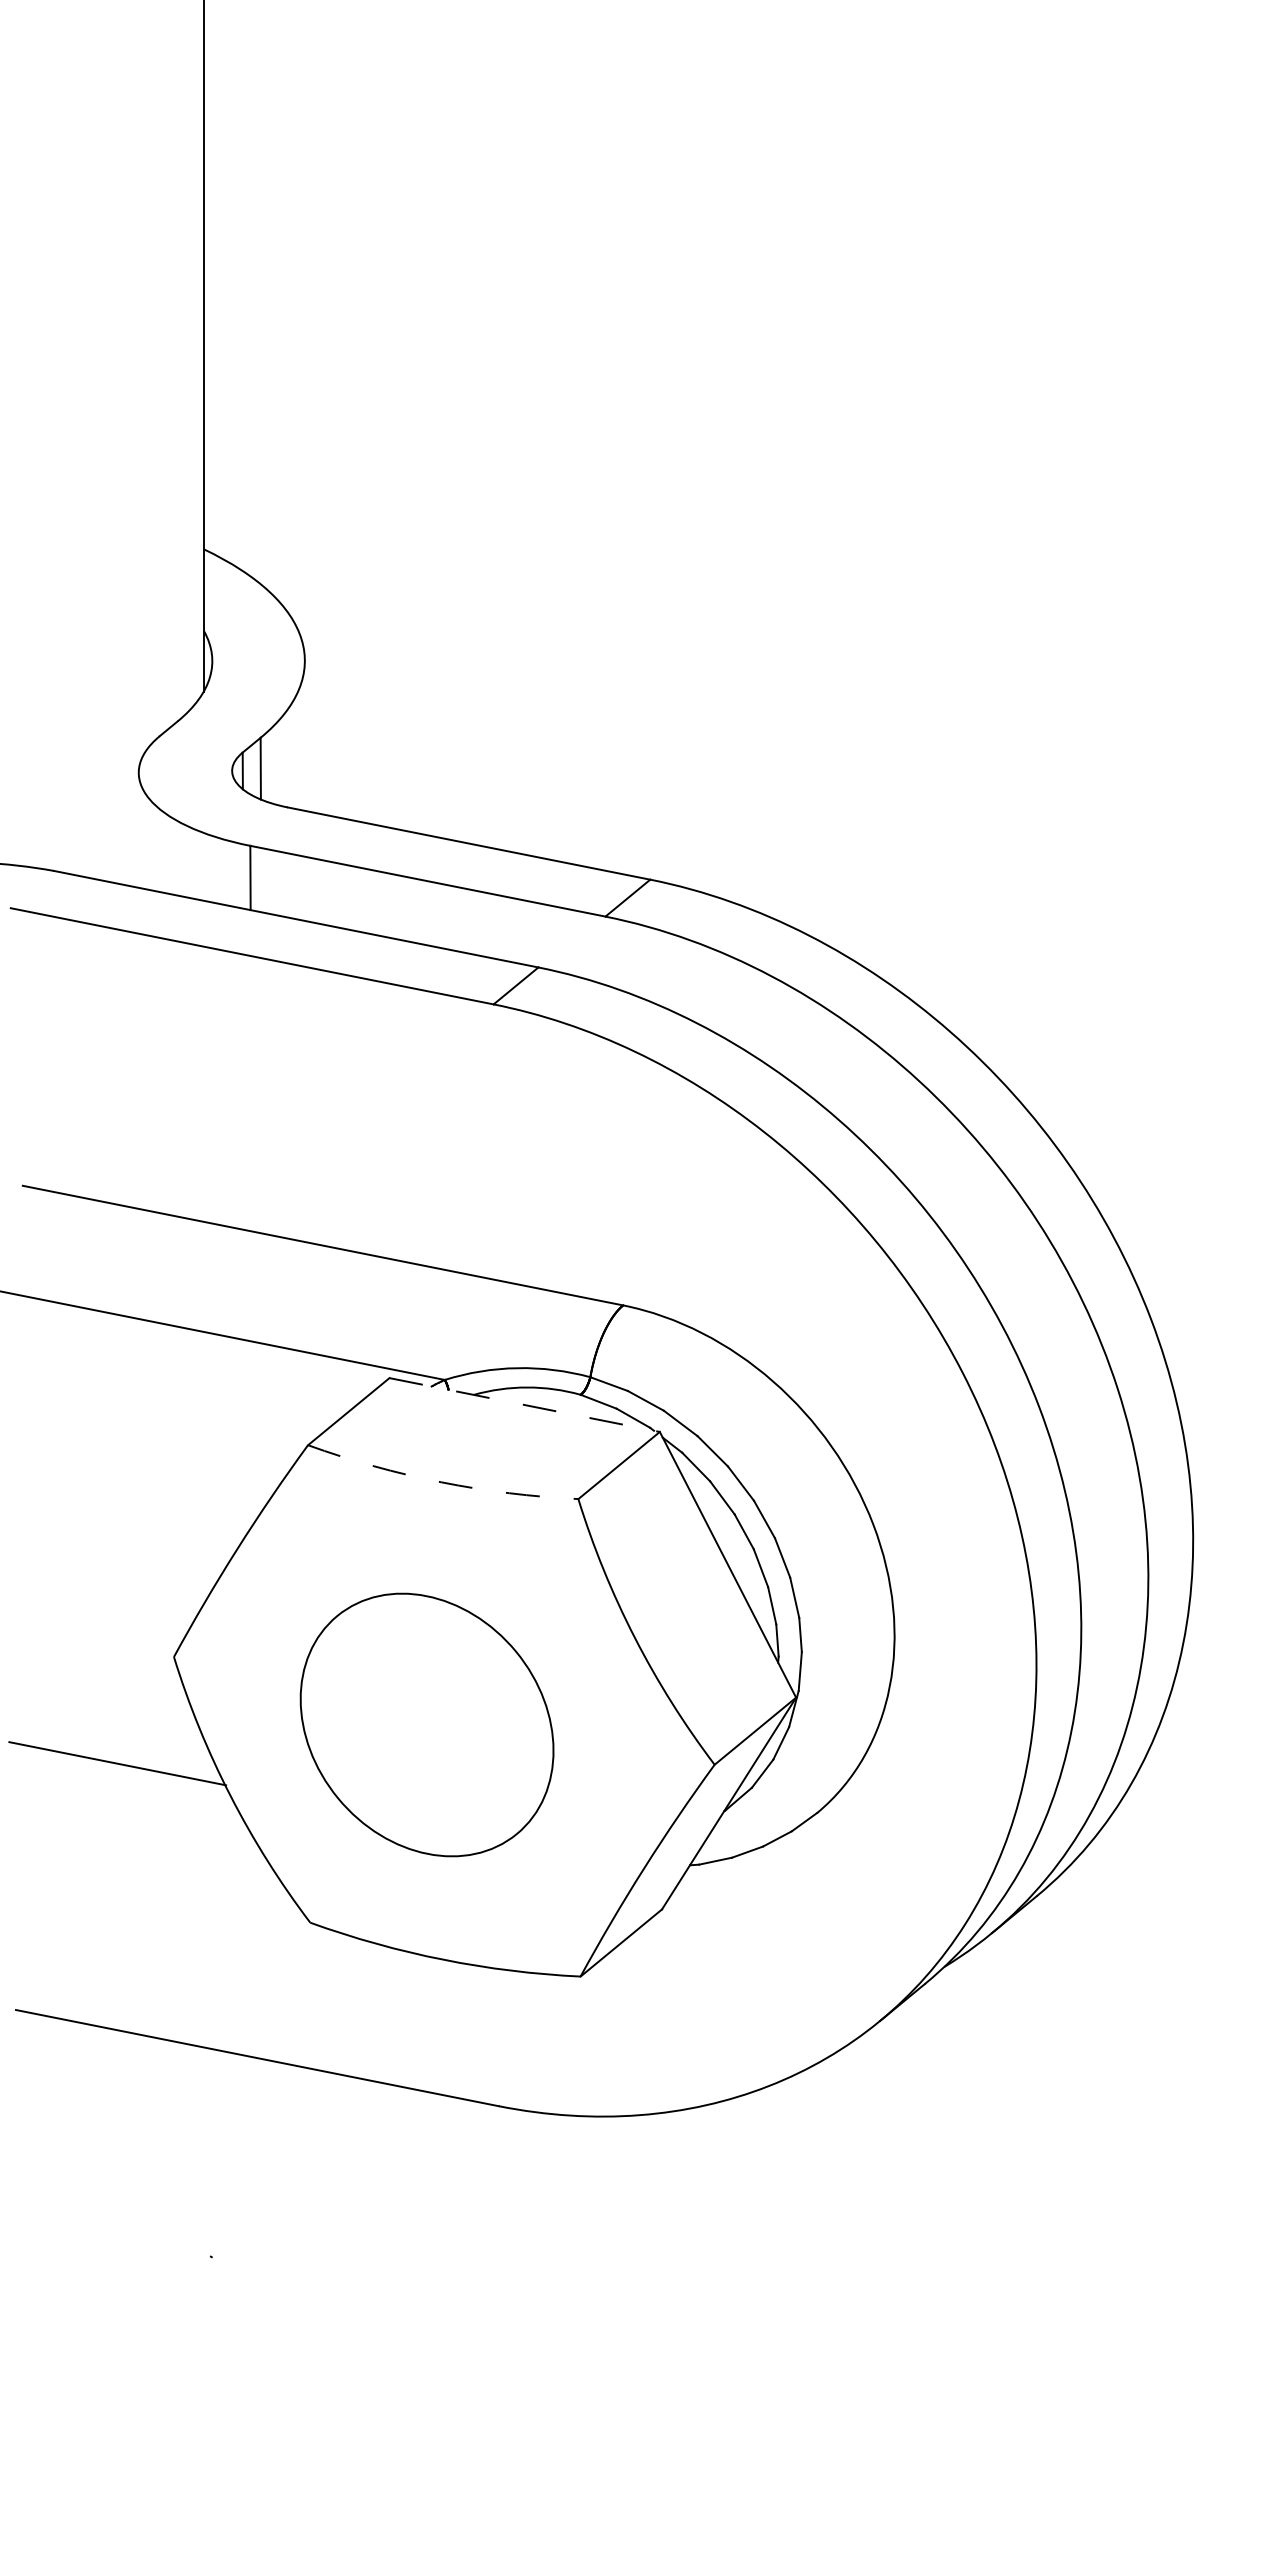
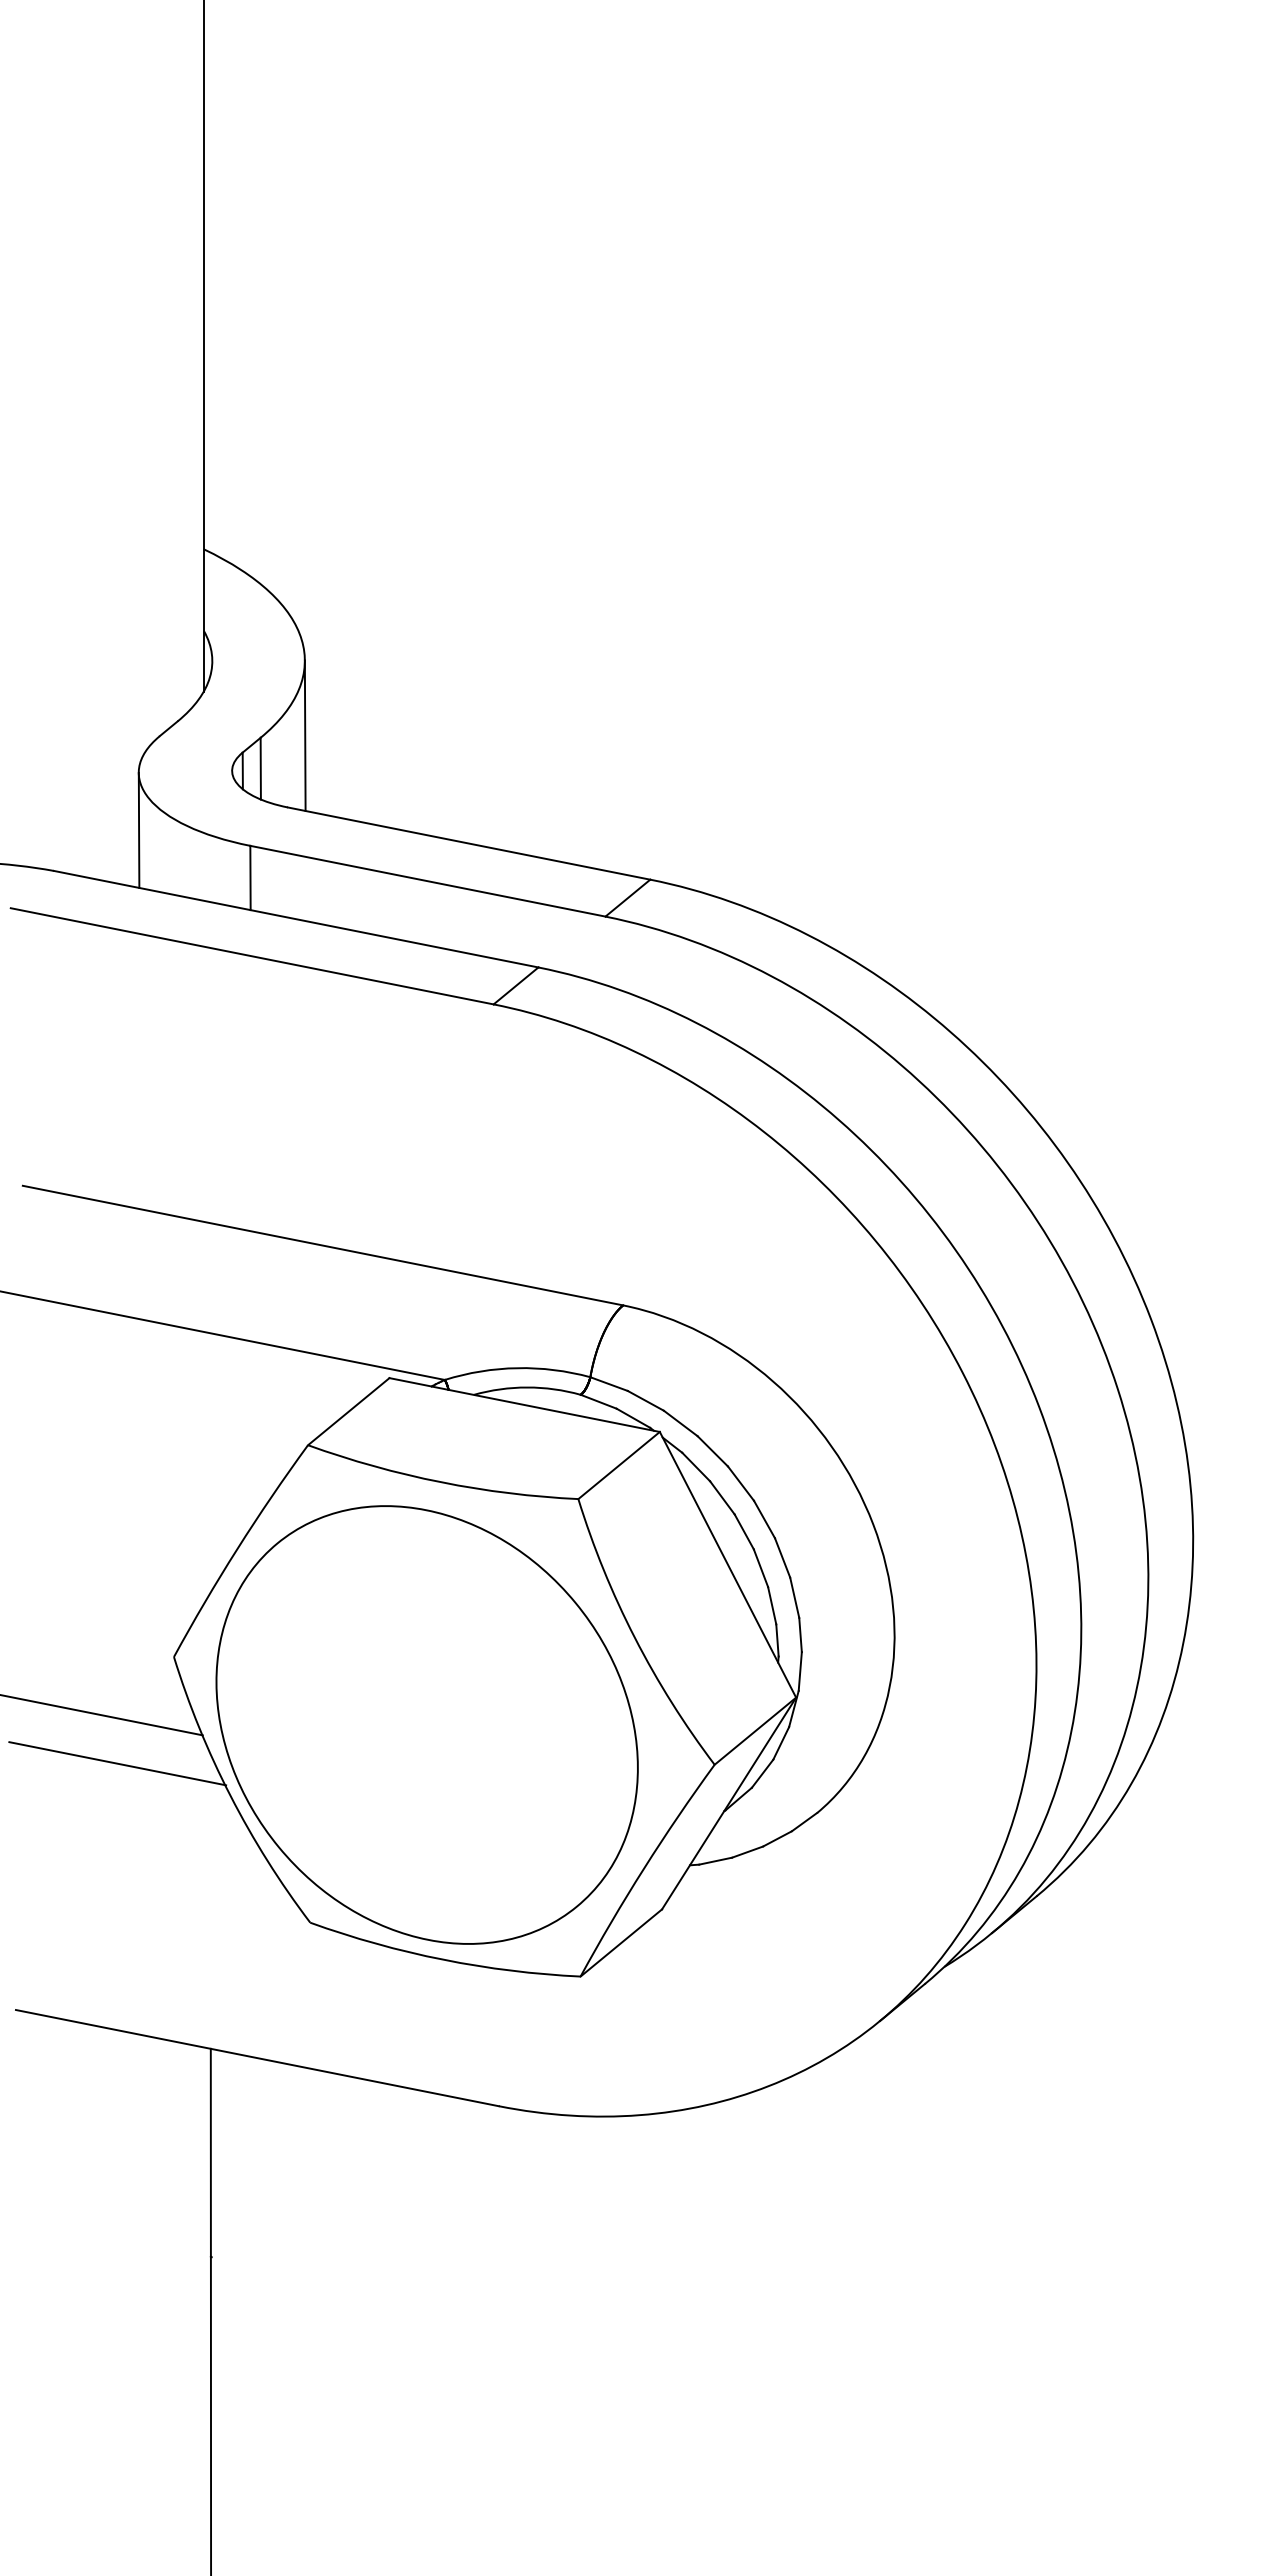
line at (304, 735): none -> present
line at (138, 829): none -> present
line at (524, 1405): dashed -> solid
arc at (441, 1482): dashed -> solid
line at (102, 1715): none -> present
part at (426, 1724) size: 256x266 px -> 424x440 px
line at (210, 2310): none -> present
